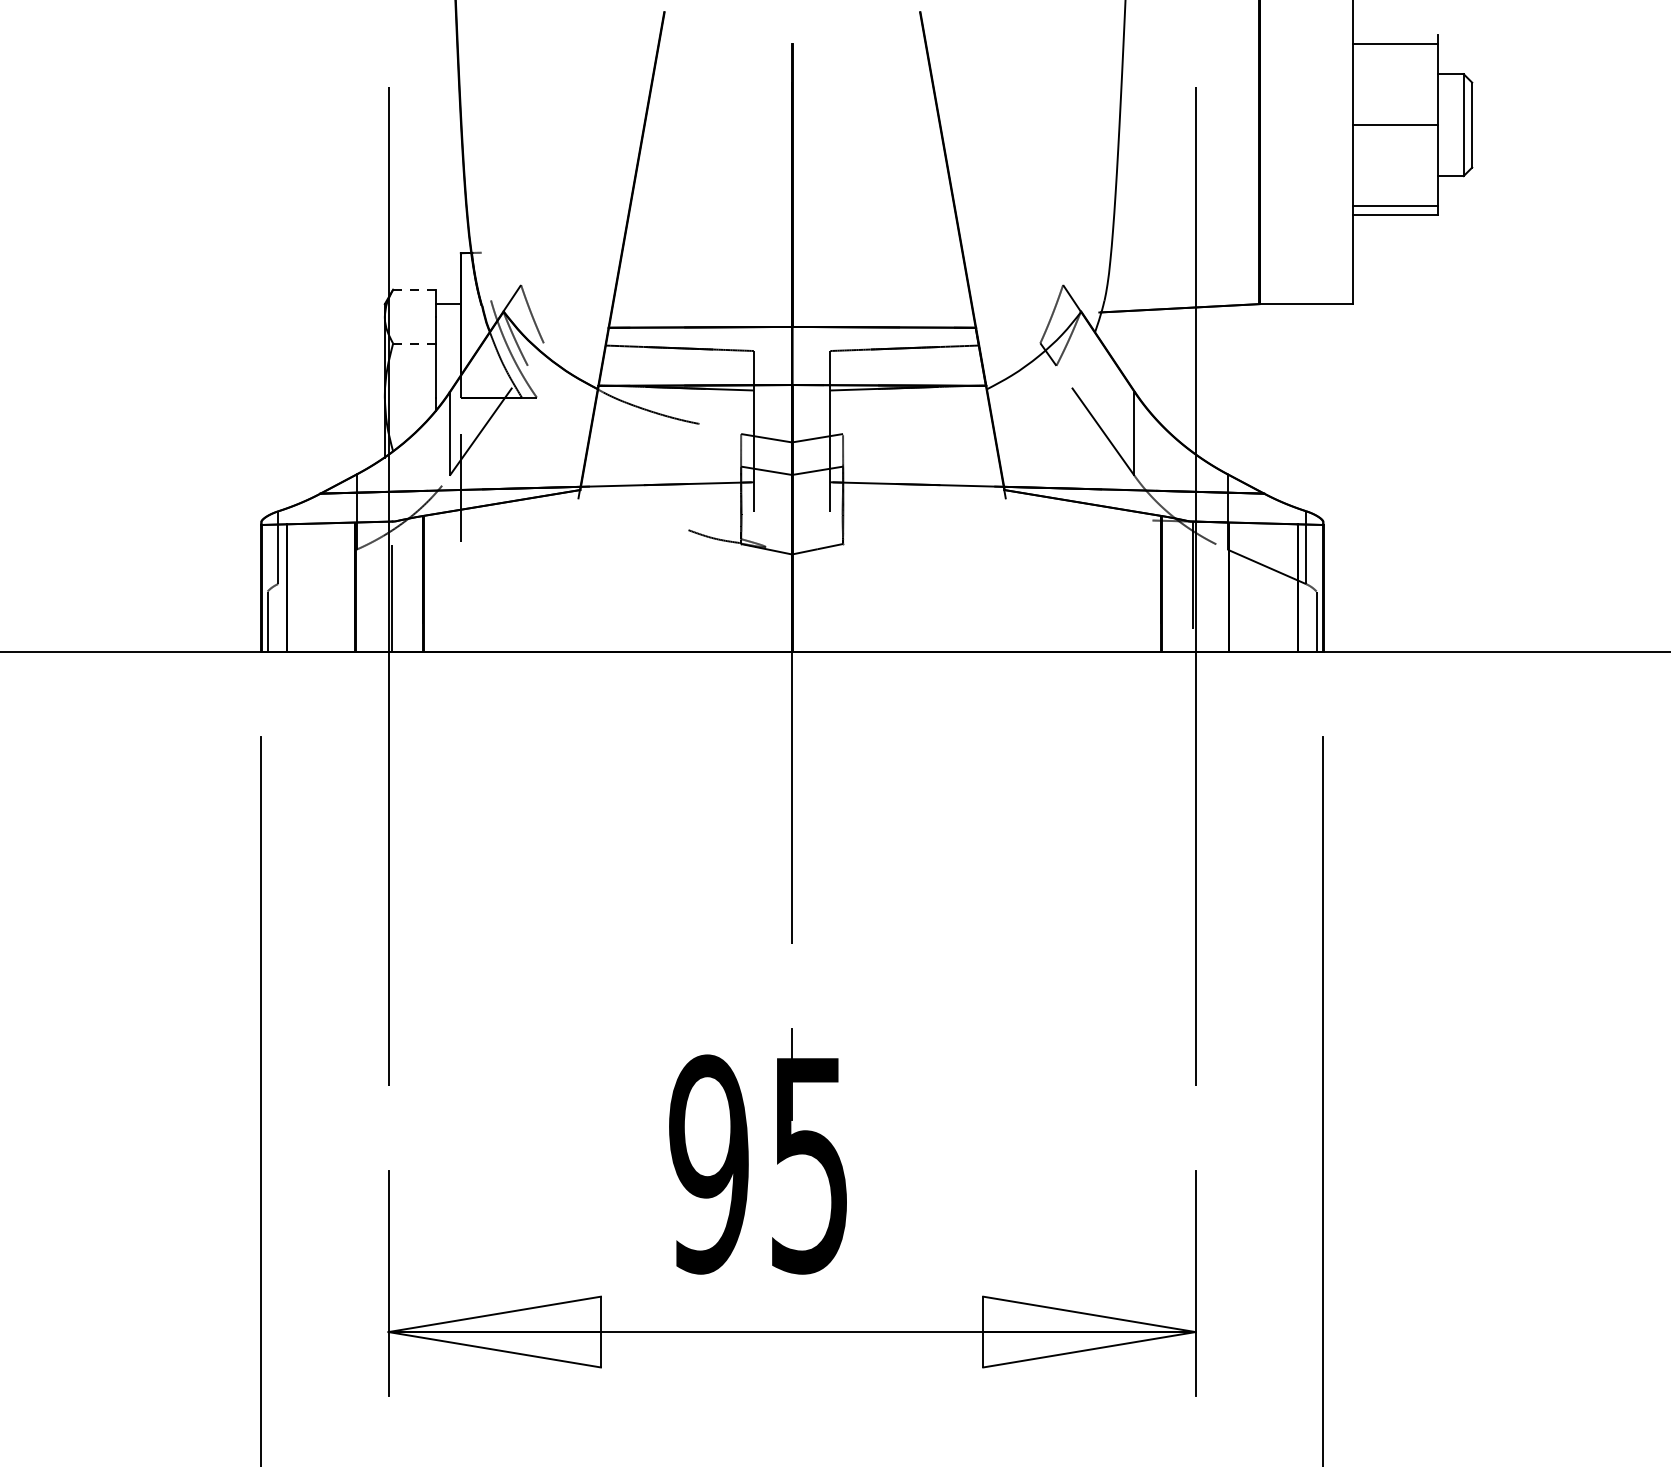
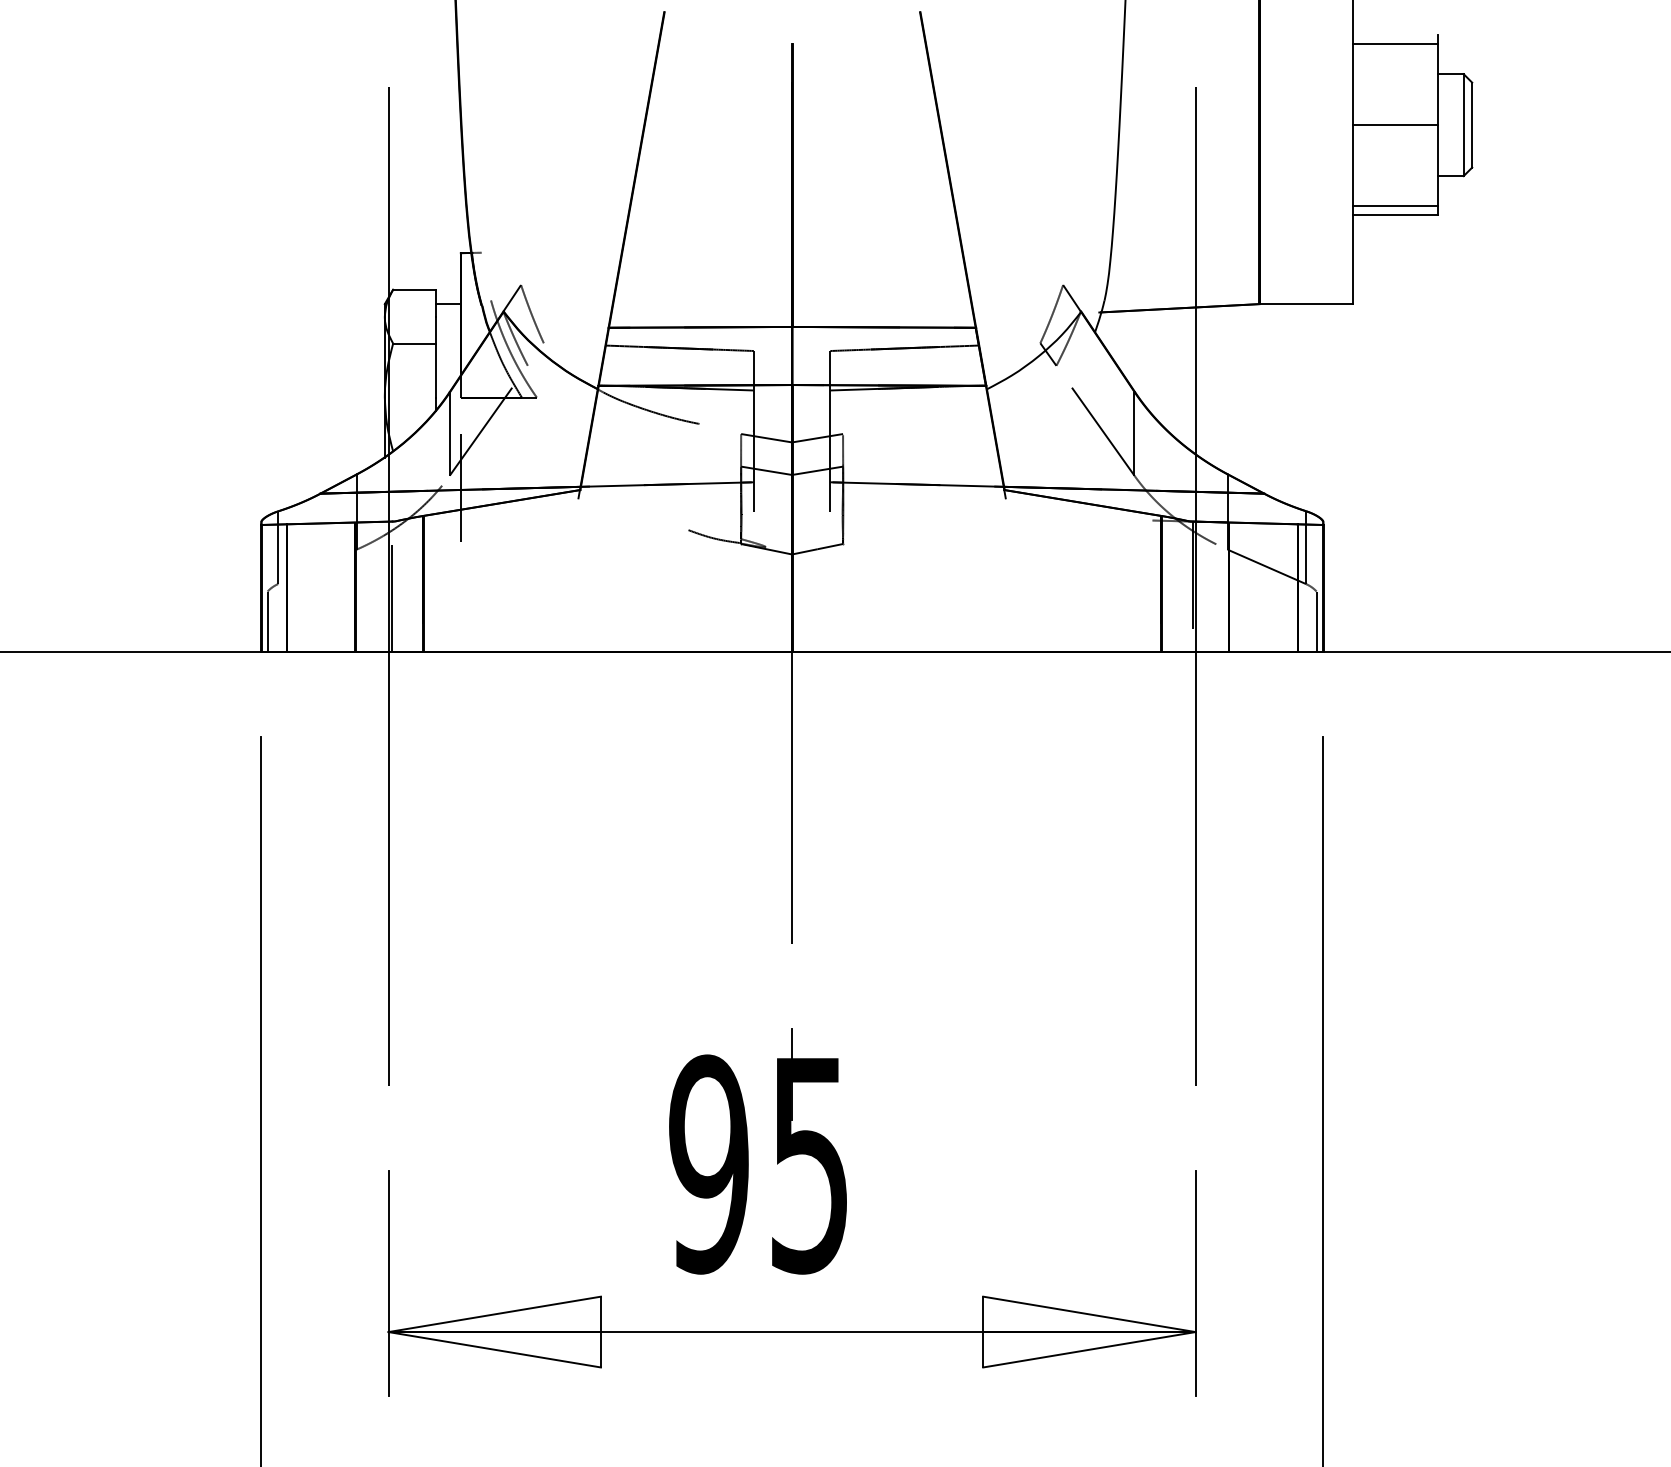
line at (414, 289): dashed -> solid
line at (414, 343): dashed -> solid
